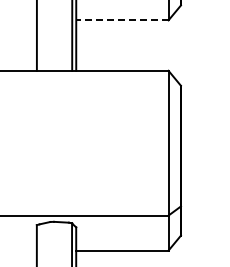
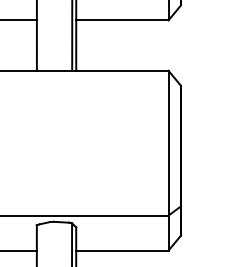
line at (19, 20): none -> present
line at (121, 20): dashed -> solid
line at (19, 250): none -> present
